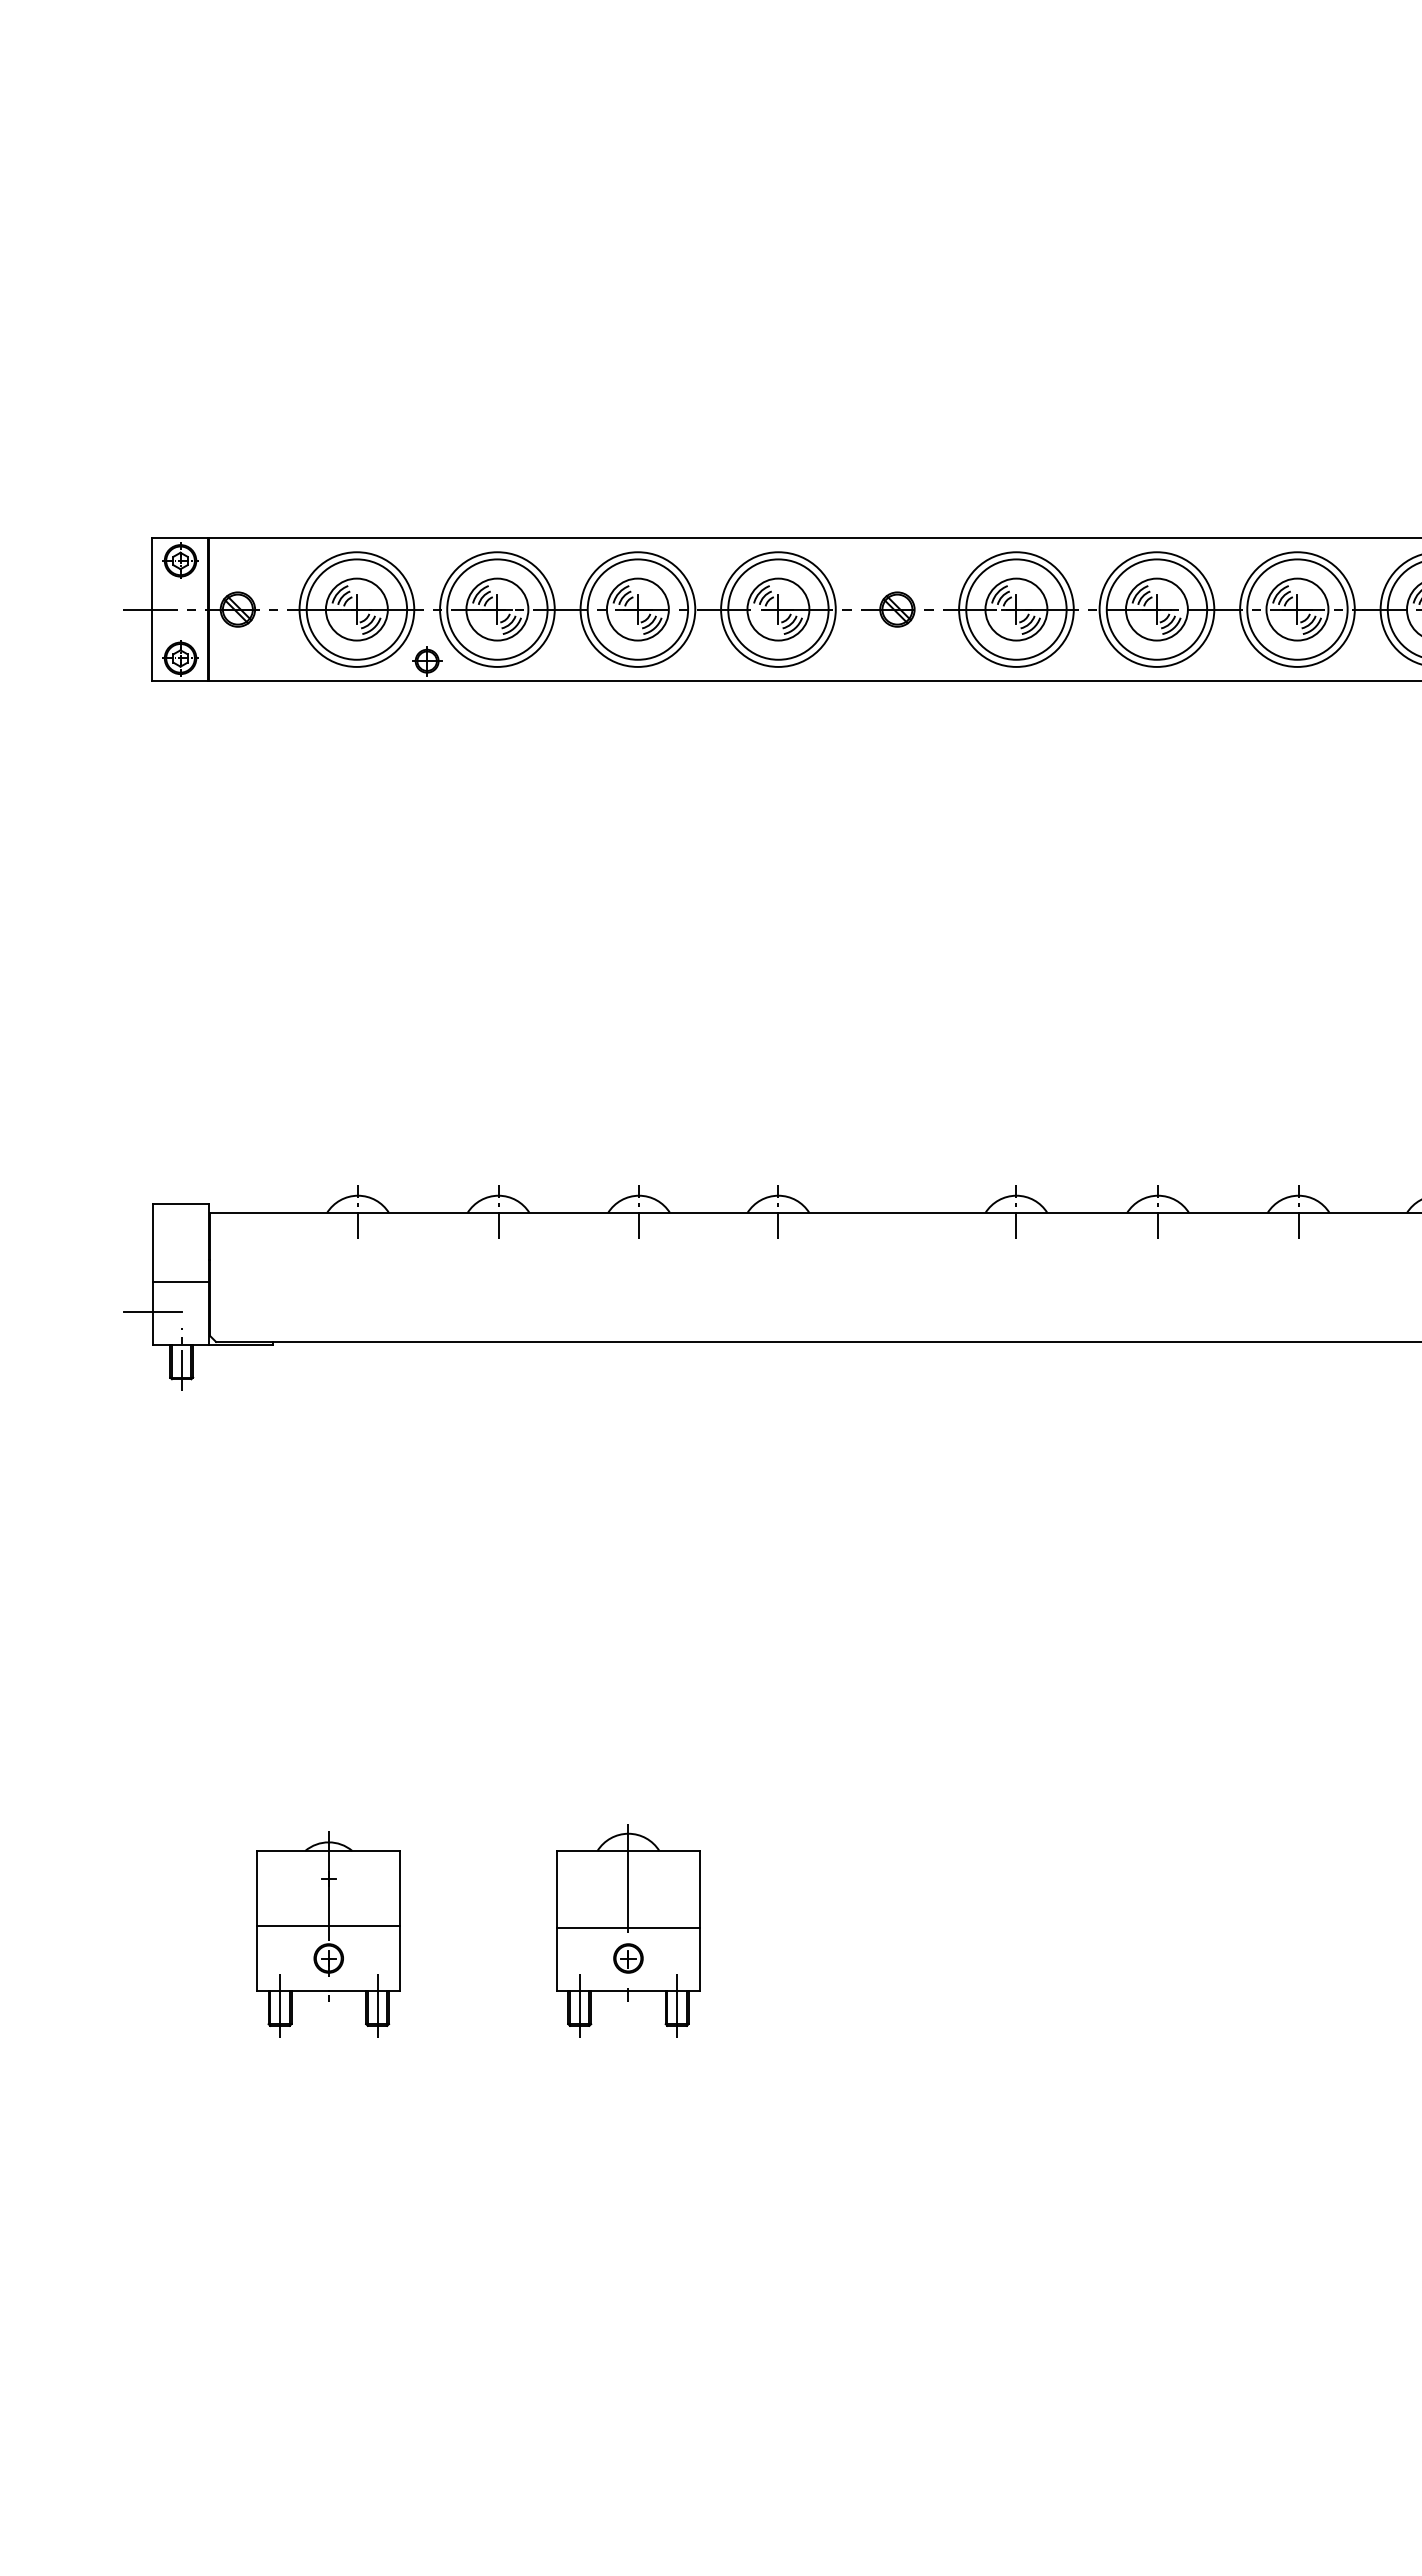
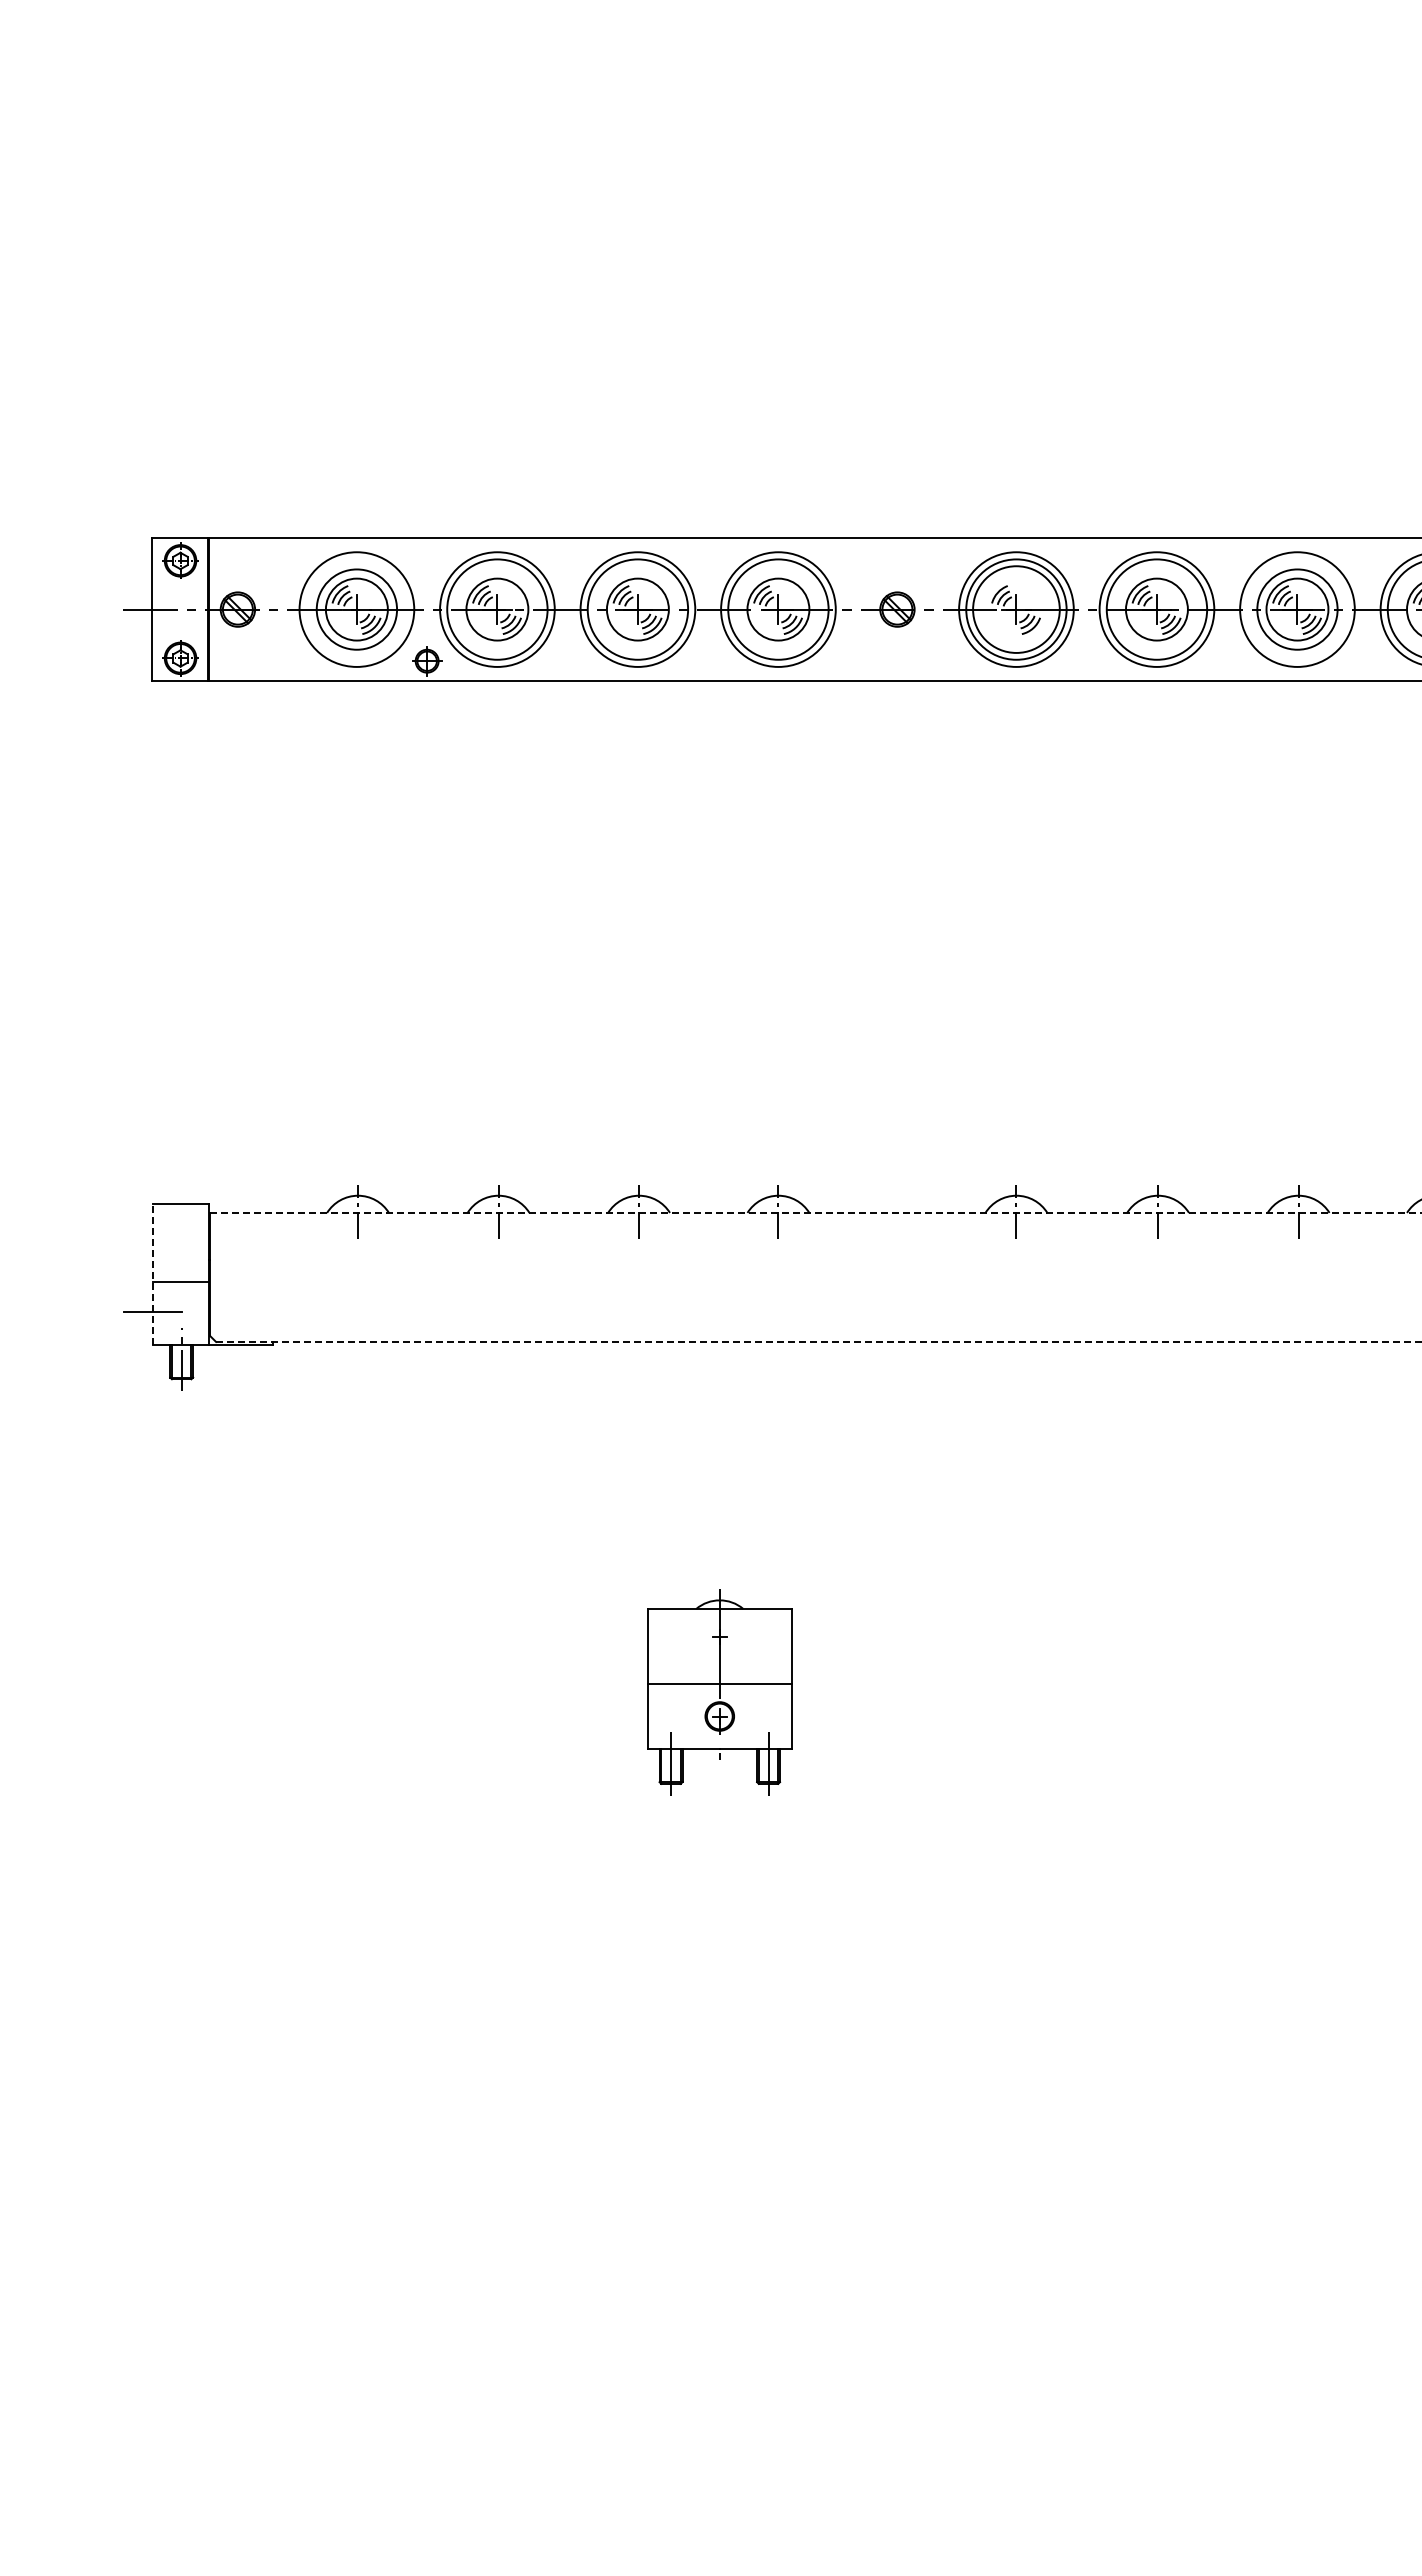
circle at (356, 609) diameter: 100 px -> 80 px
circle at (1016, 609) diameter: 62 px -> 87 px
circle at (1297, 609) diameter: 100 px -> 80 px
line at (816, 1212): solid -> dashed
line at (153, 1274): solid -> dashed
line at (818, 1341): solid -> dashed
part at (628, 1930): present -> none
part at (328, 1934) position: (328, 1934) -> (719, 1692)
